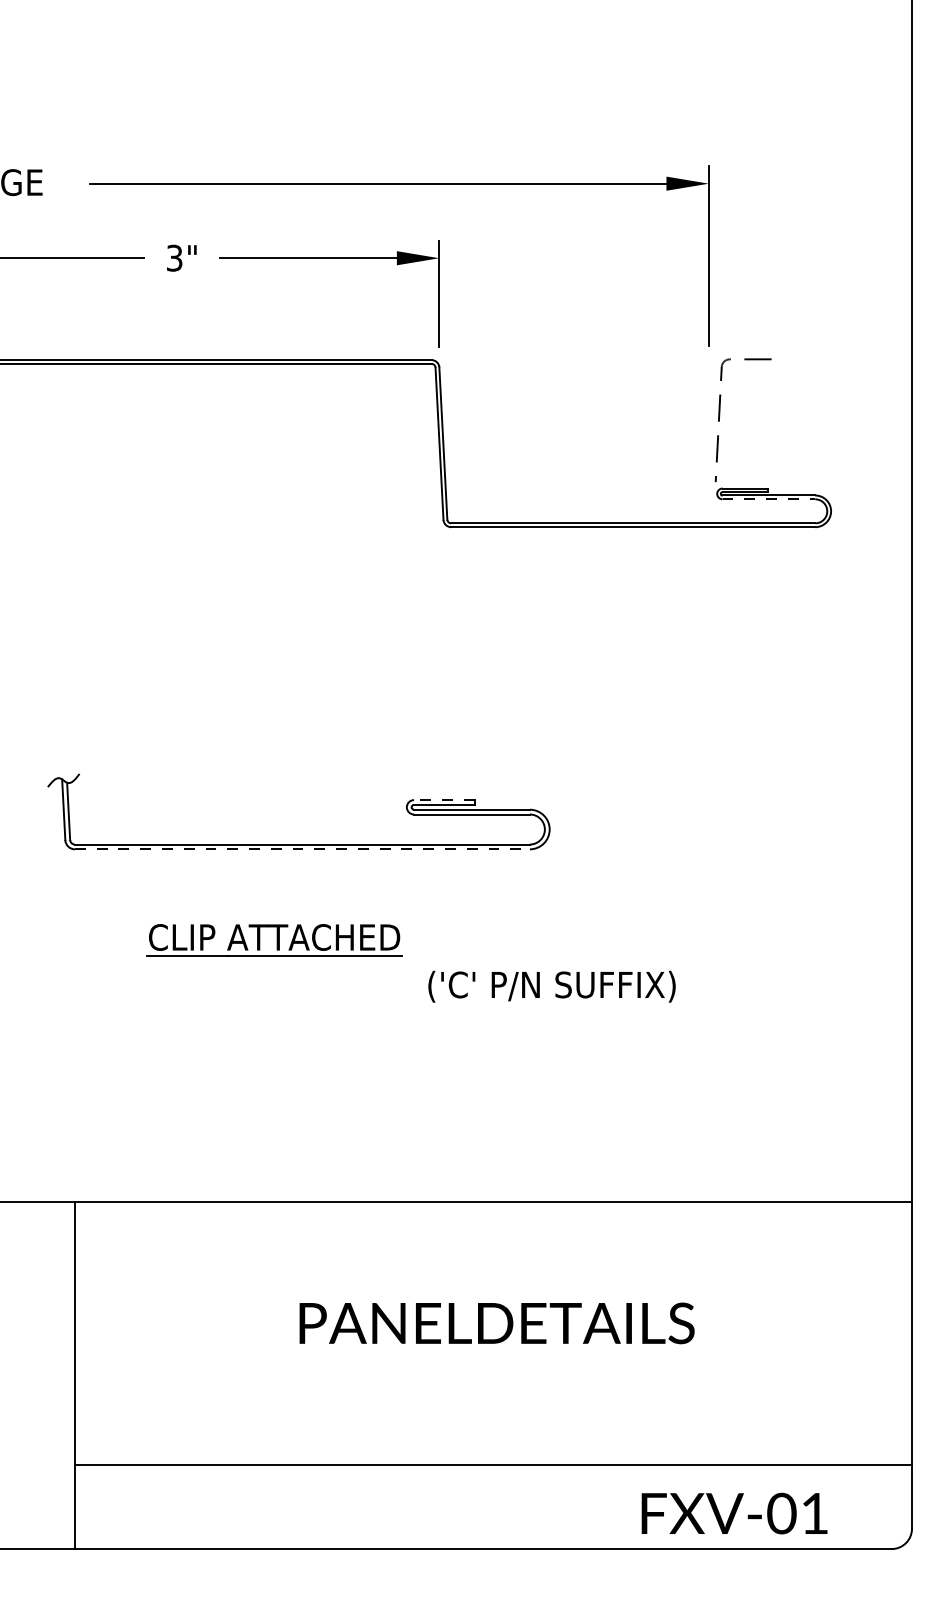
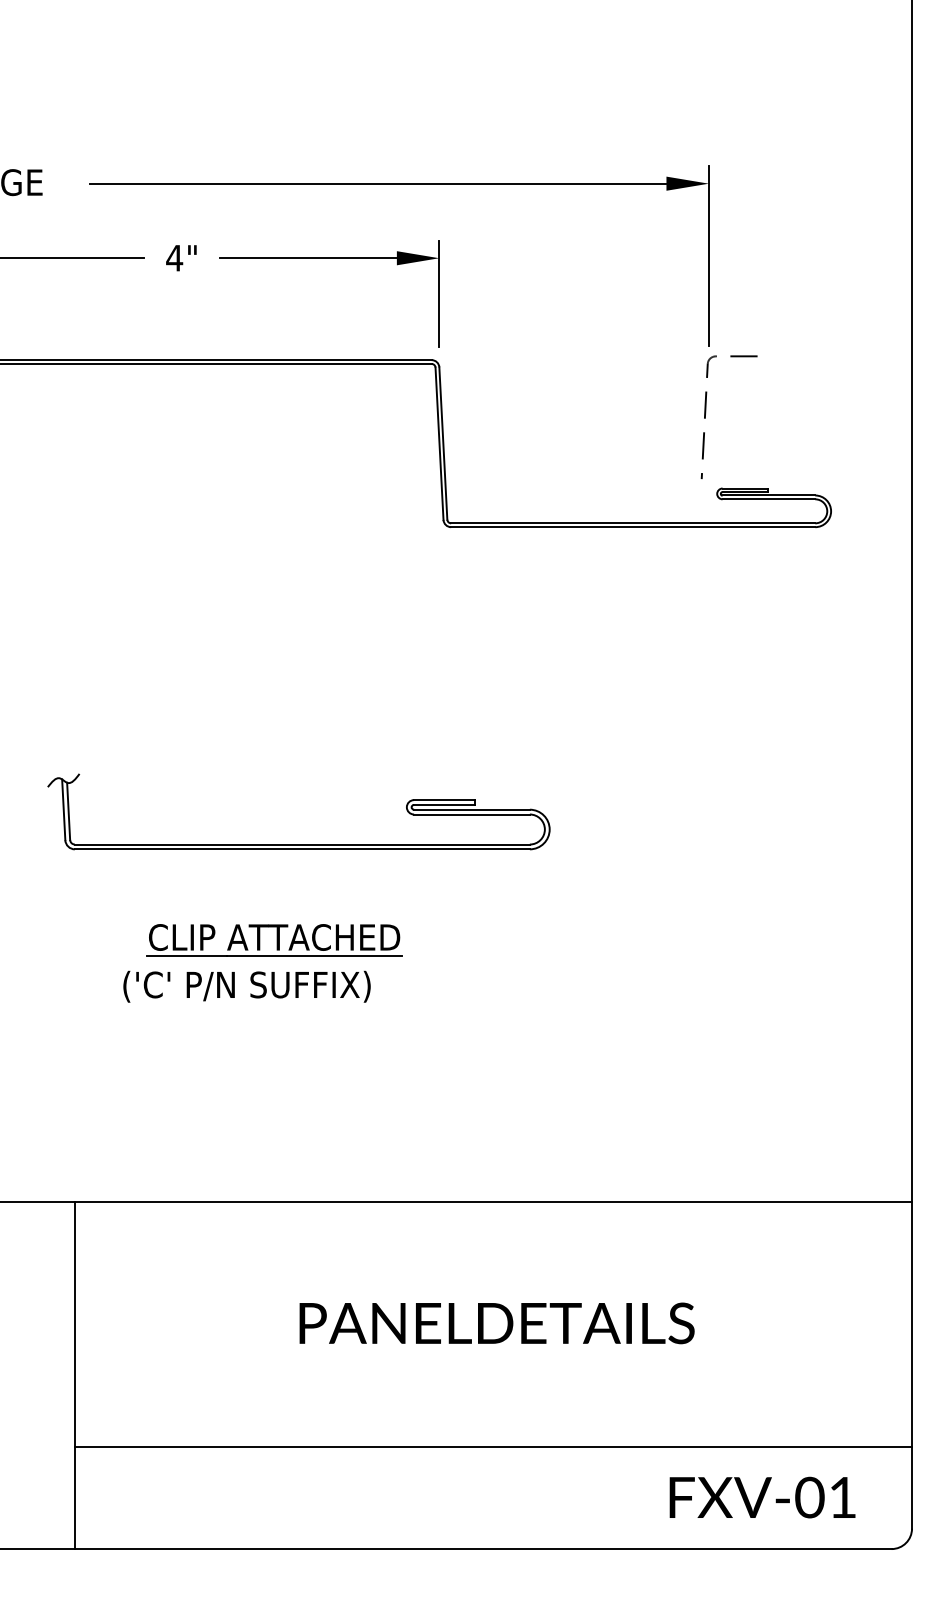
text at (174, 257): 3" -> 4"
curve at (720, 416) position: (720, 416) -> (706, 413)
line at (769, 499): dashed -> solid
line at (443, 800): dashed -> solid
line at (302, 849): dashed -> solid
text at (551, 986) position: (551, 986) -> (246, 986)
line at (493, 1465) position: (493, 1465) -> (493, 1447)
text at (734, 1513) position: (734, 1513) -> (762, 1497)
